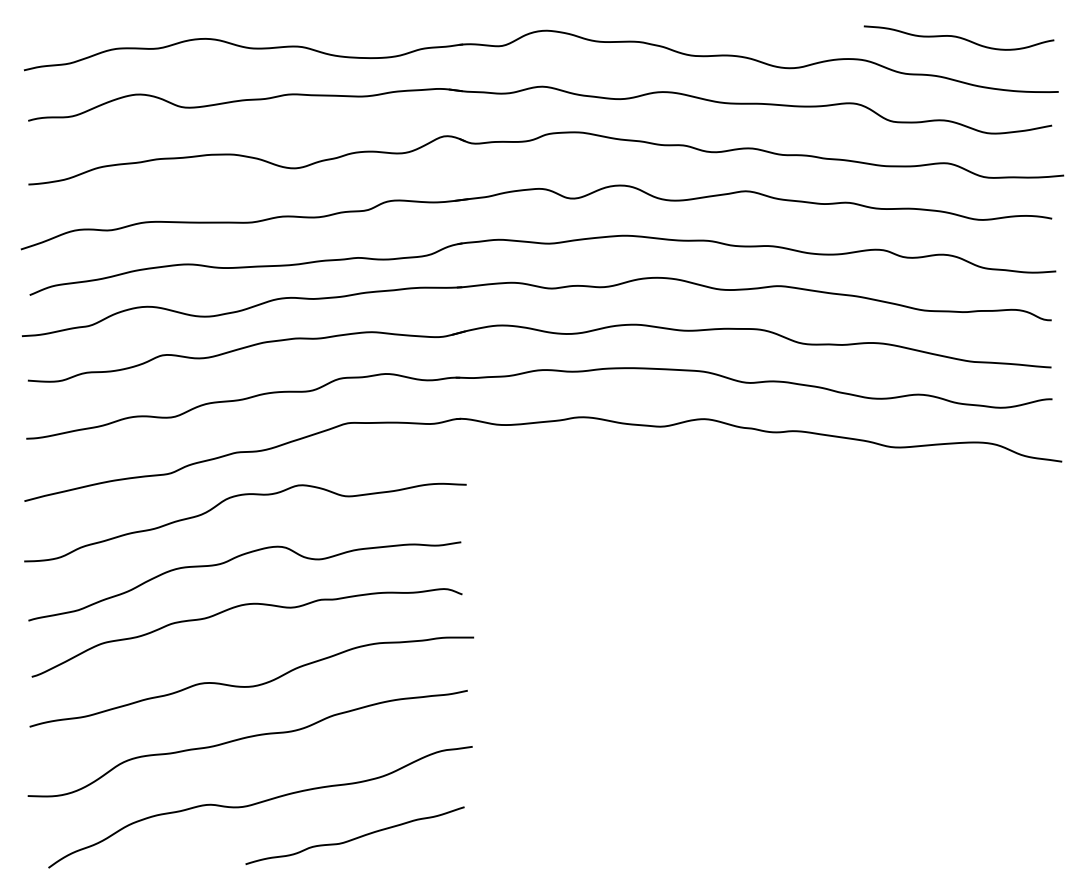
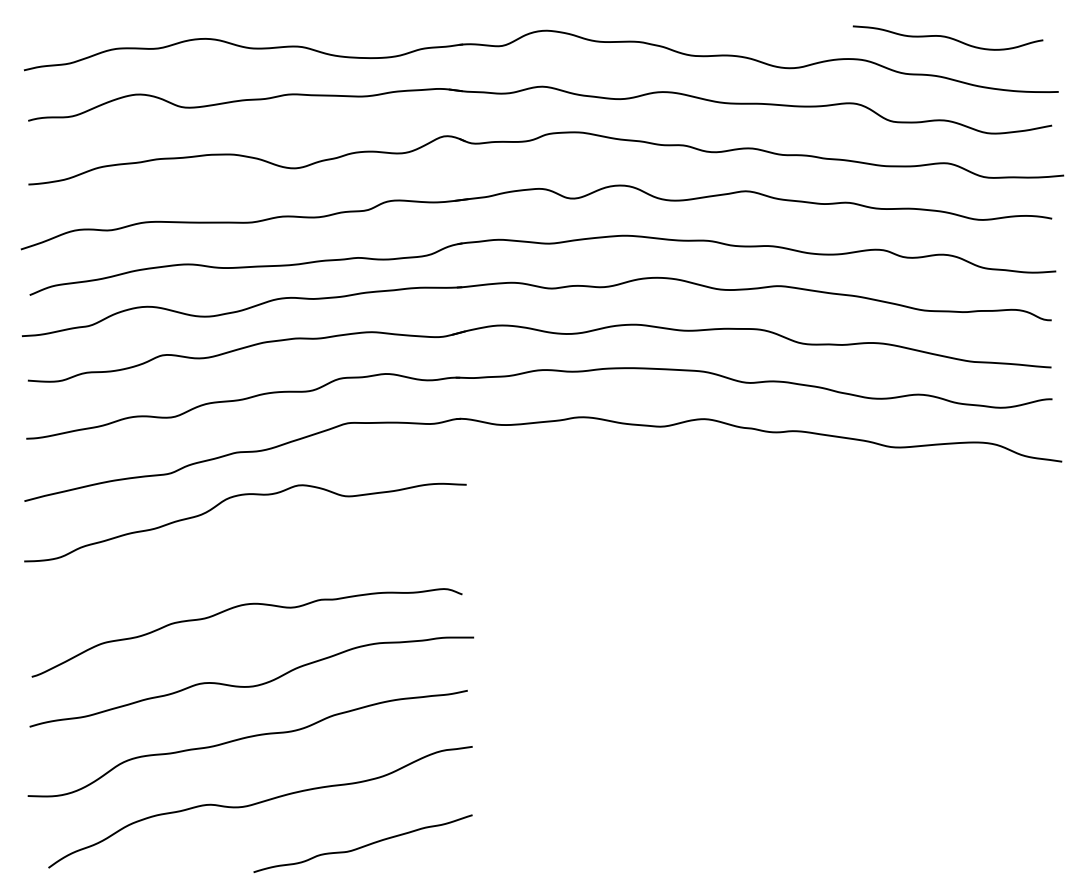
curve at (958, 37) position: (958, 37) -> (947, 37)
curve at (236, 558): present -> none
curve at (355, 837) position: (355, 837) -> (363, 845)
